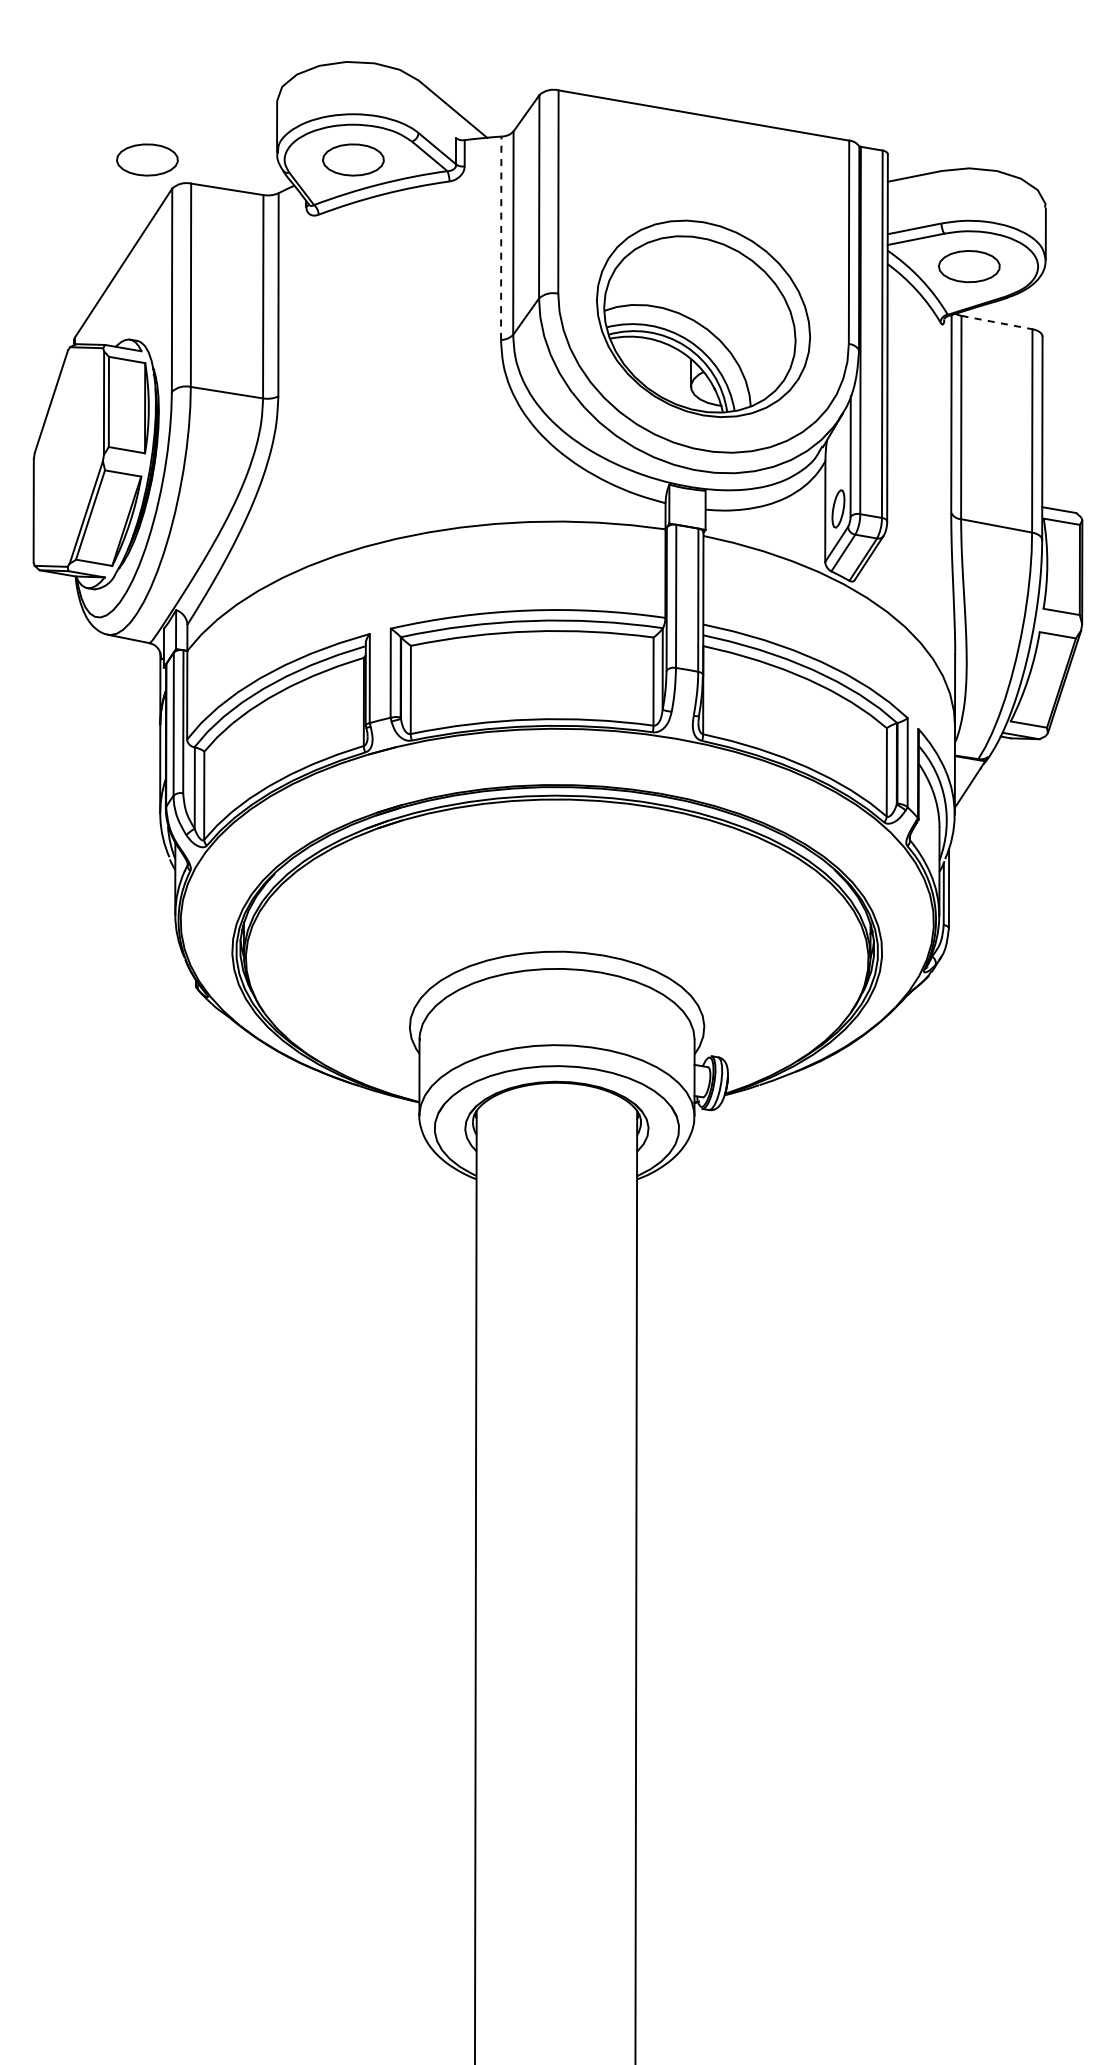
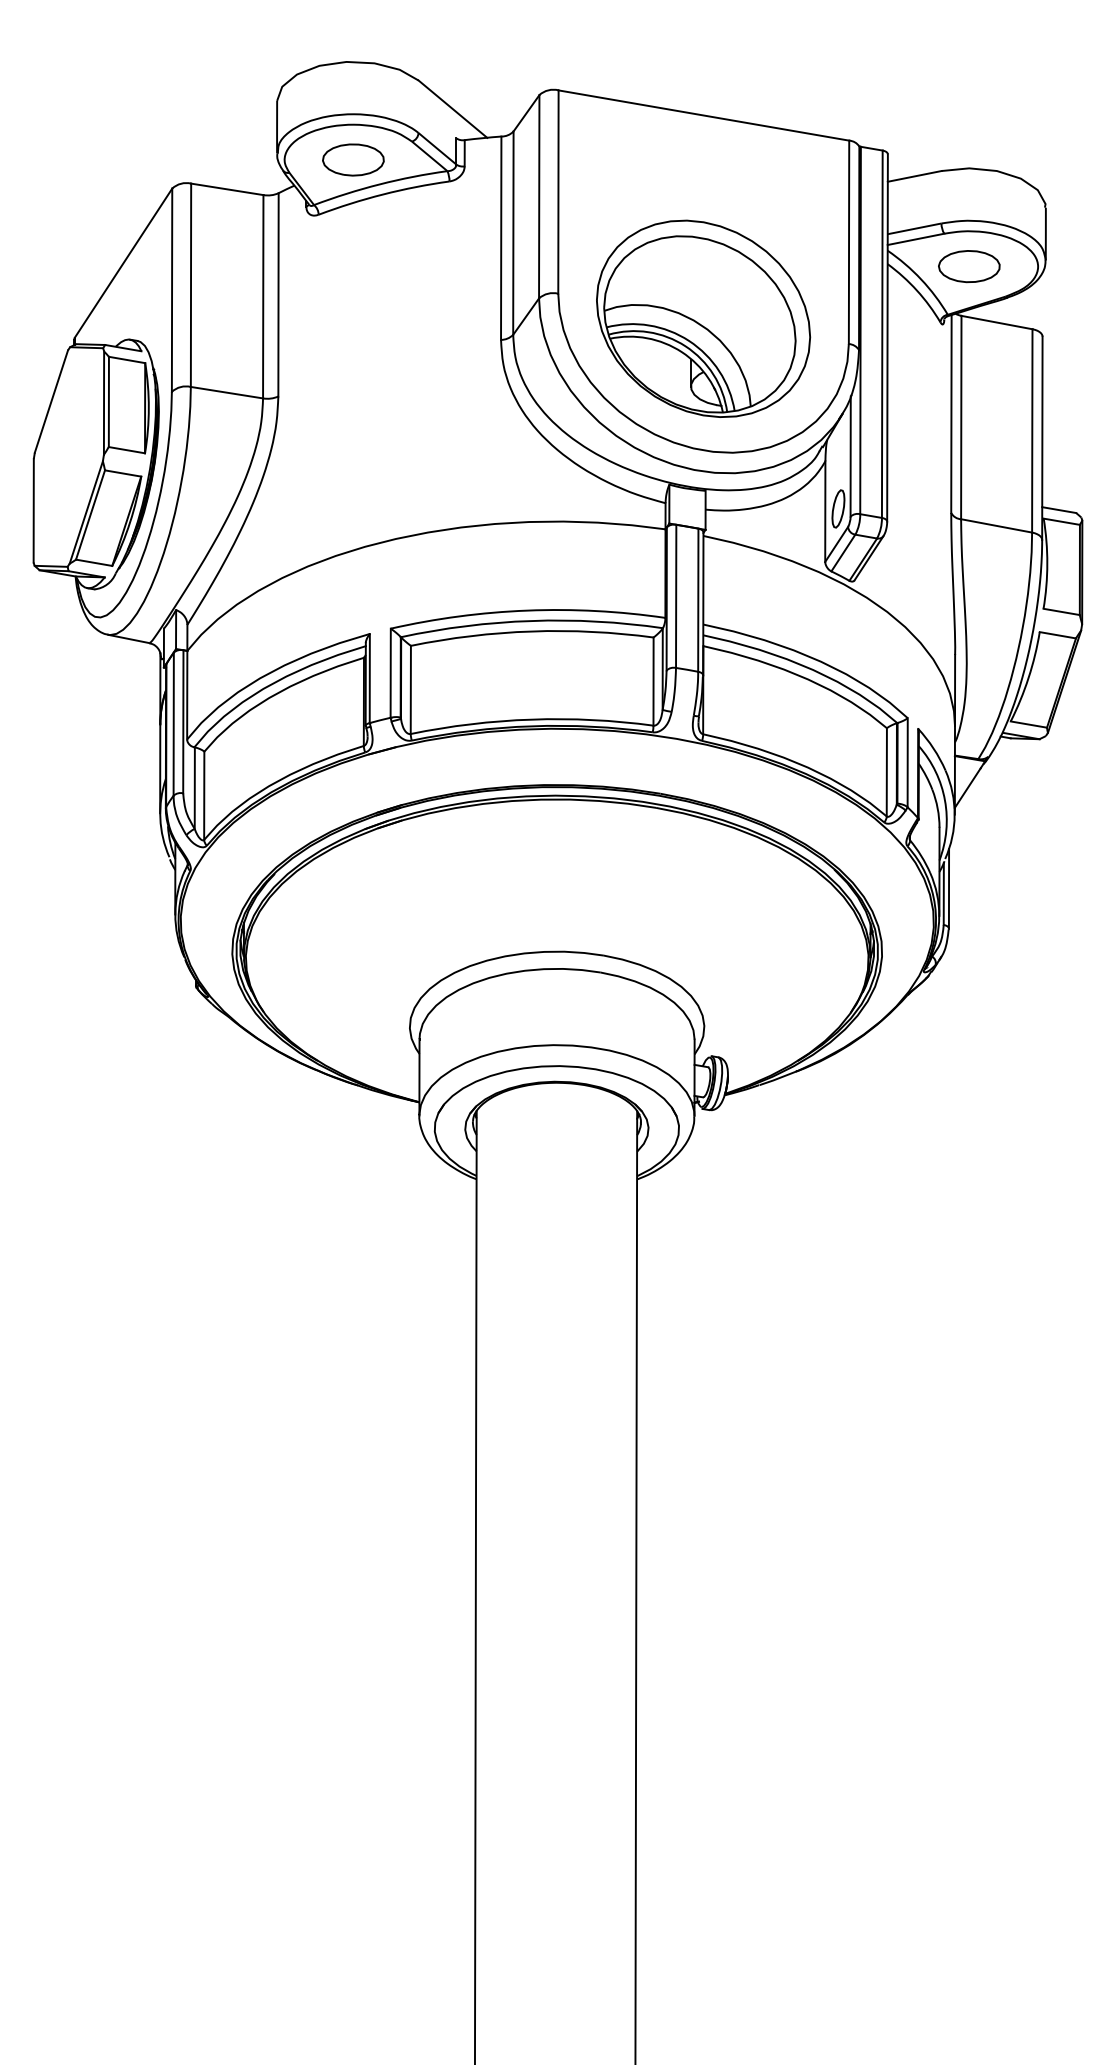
part at (147, 159): present -> none
line at (501, 238): dashed -> solid
line at (997, 322): dashed -> solid
